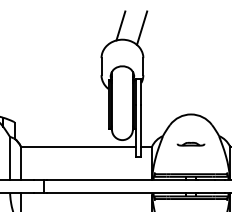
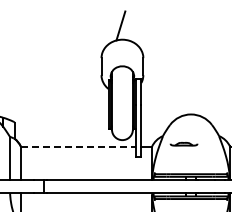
line at (142, 27): present -> none
line at (190, 144) position: (190, 144) -> (183, 144)
line at (78, 147): solid -> dashed
